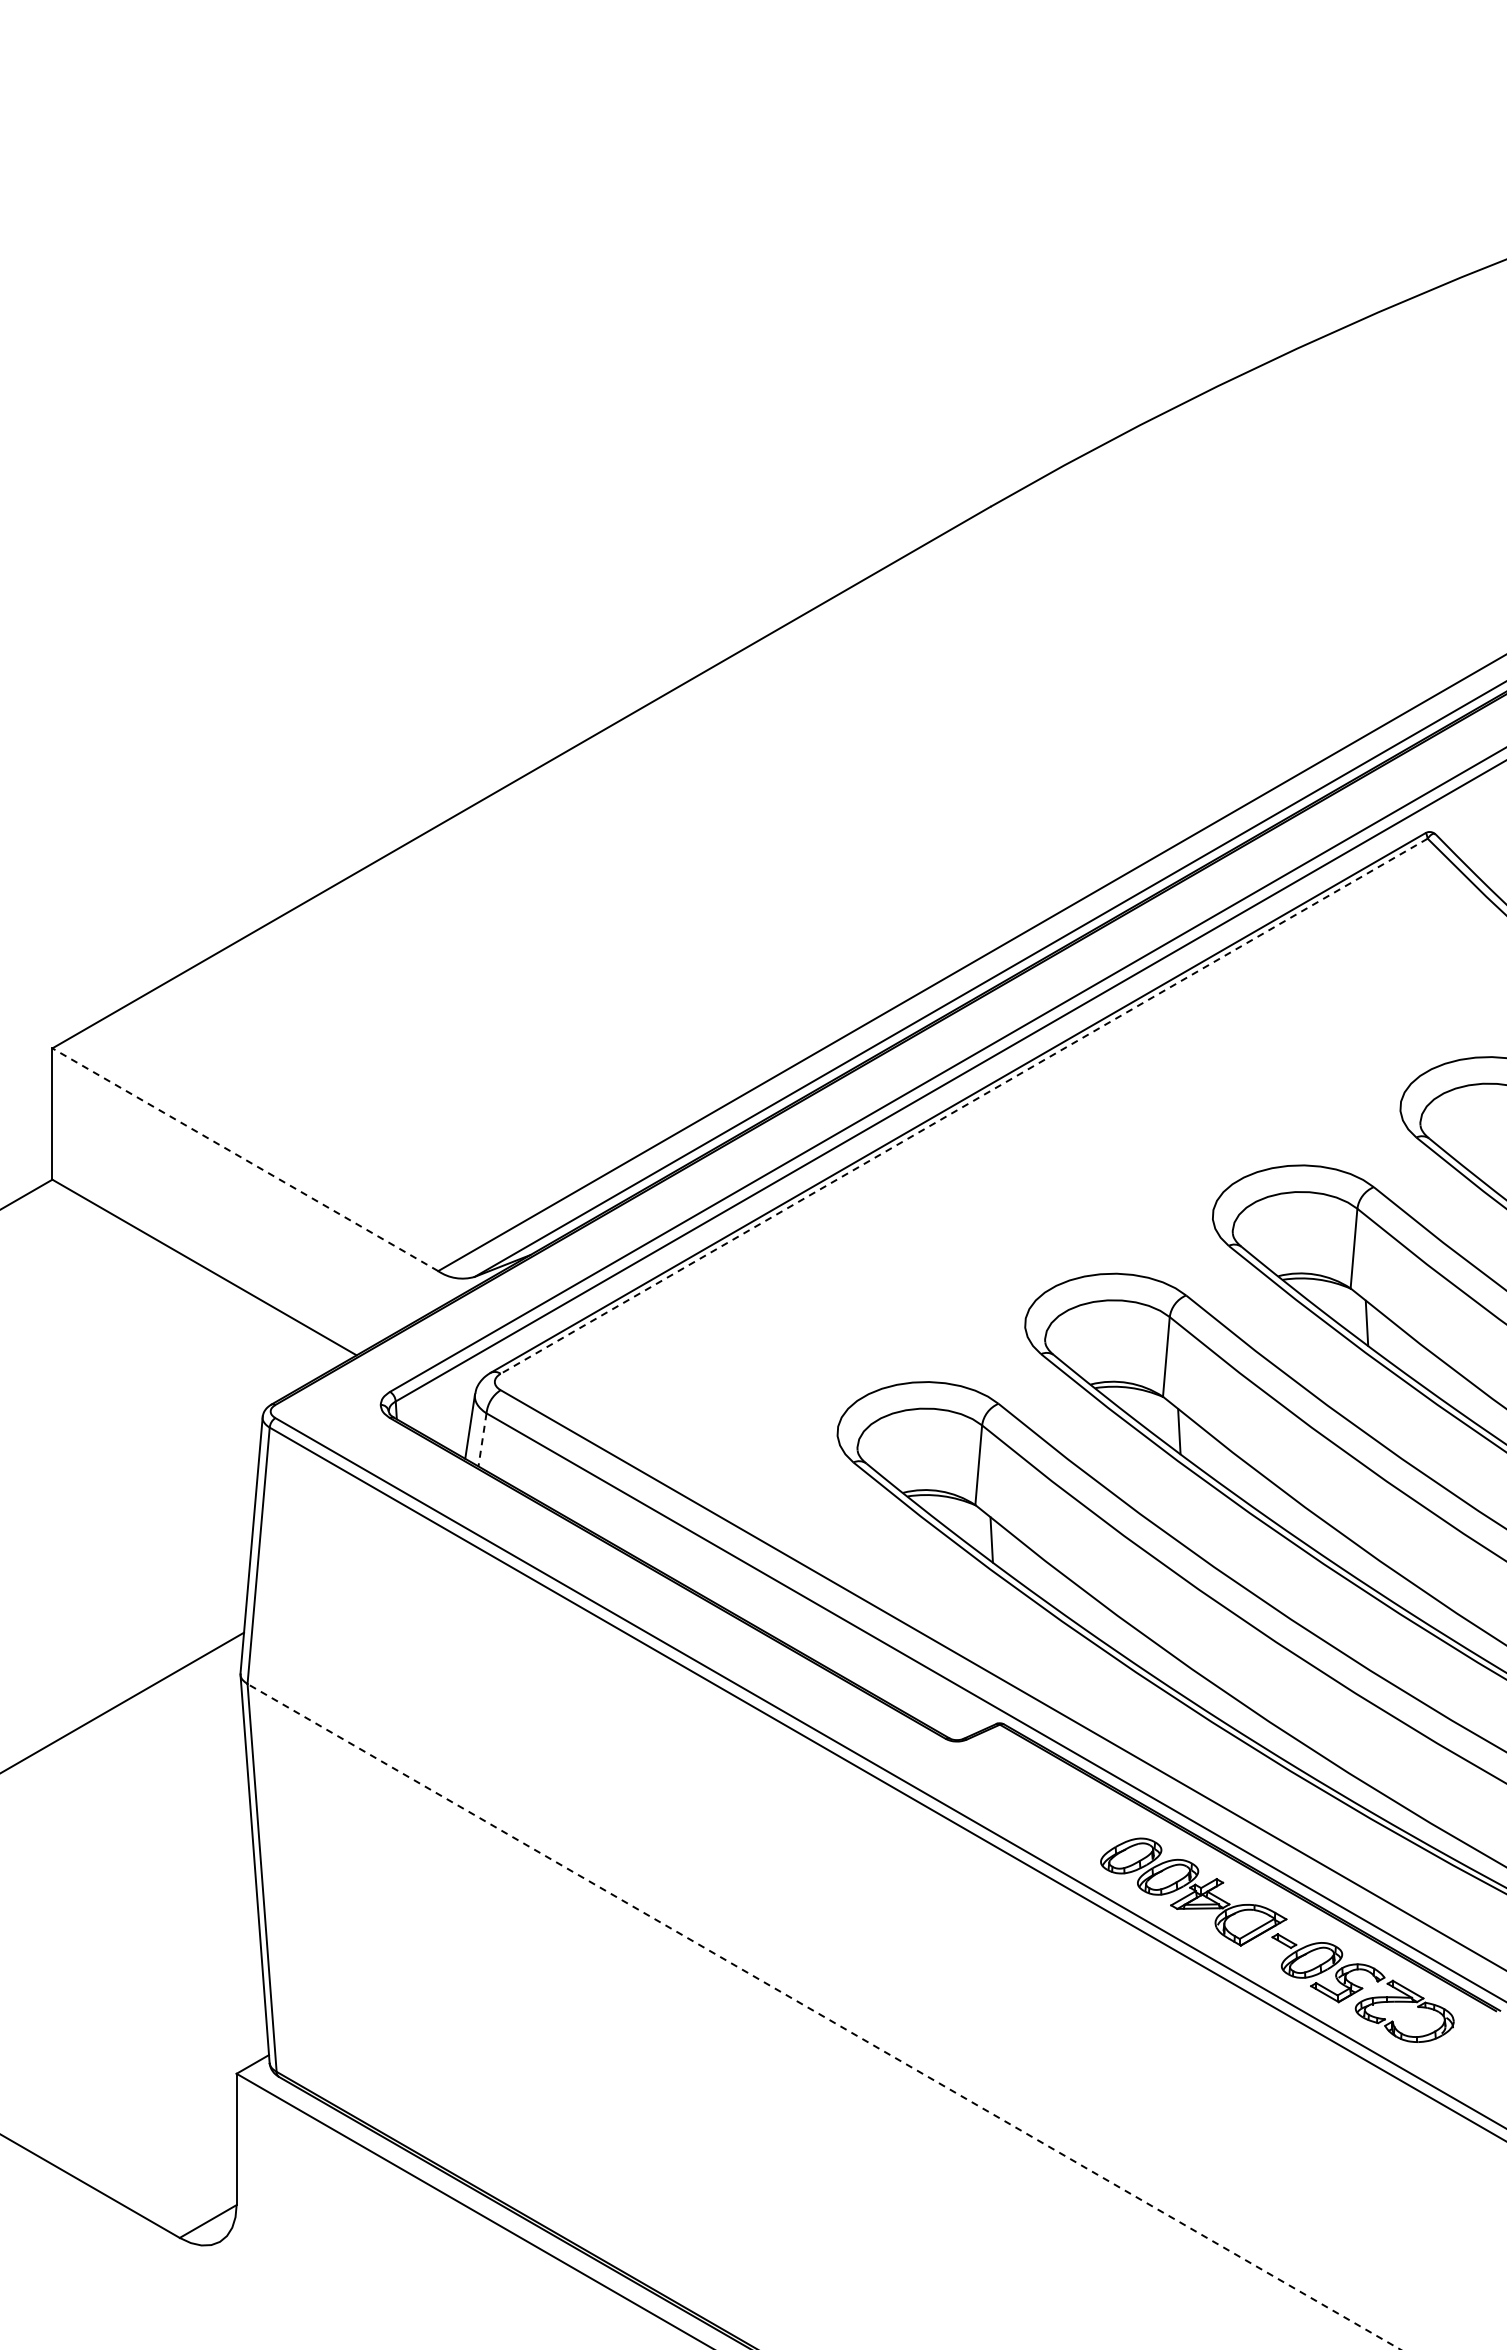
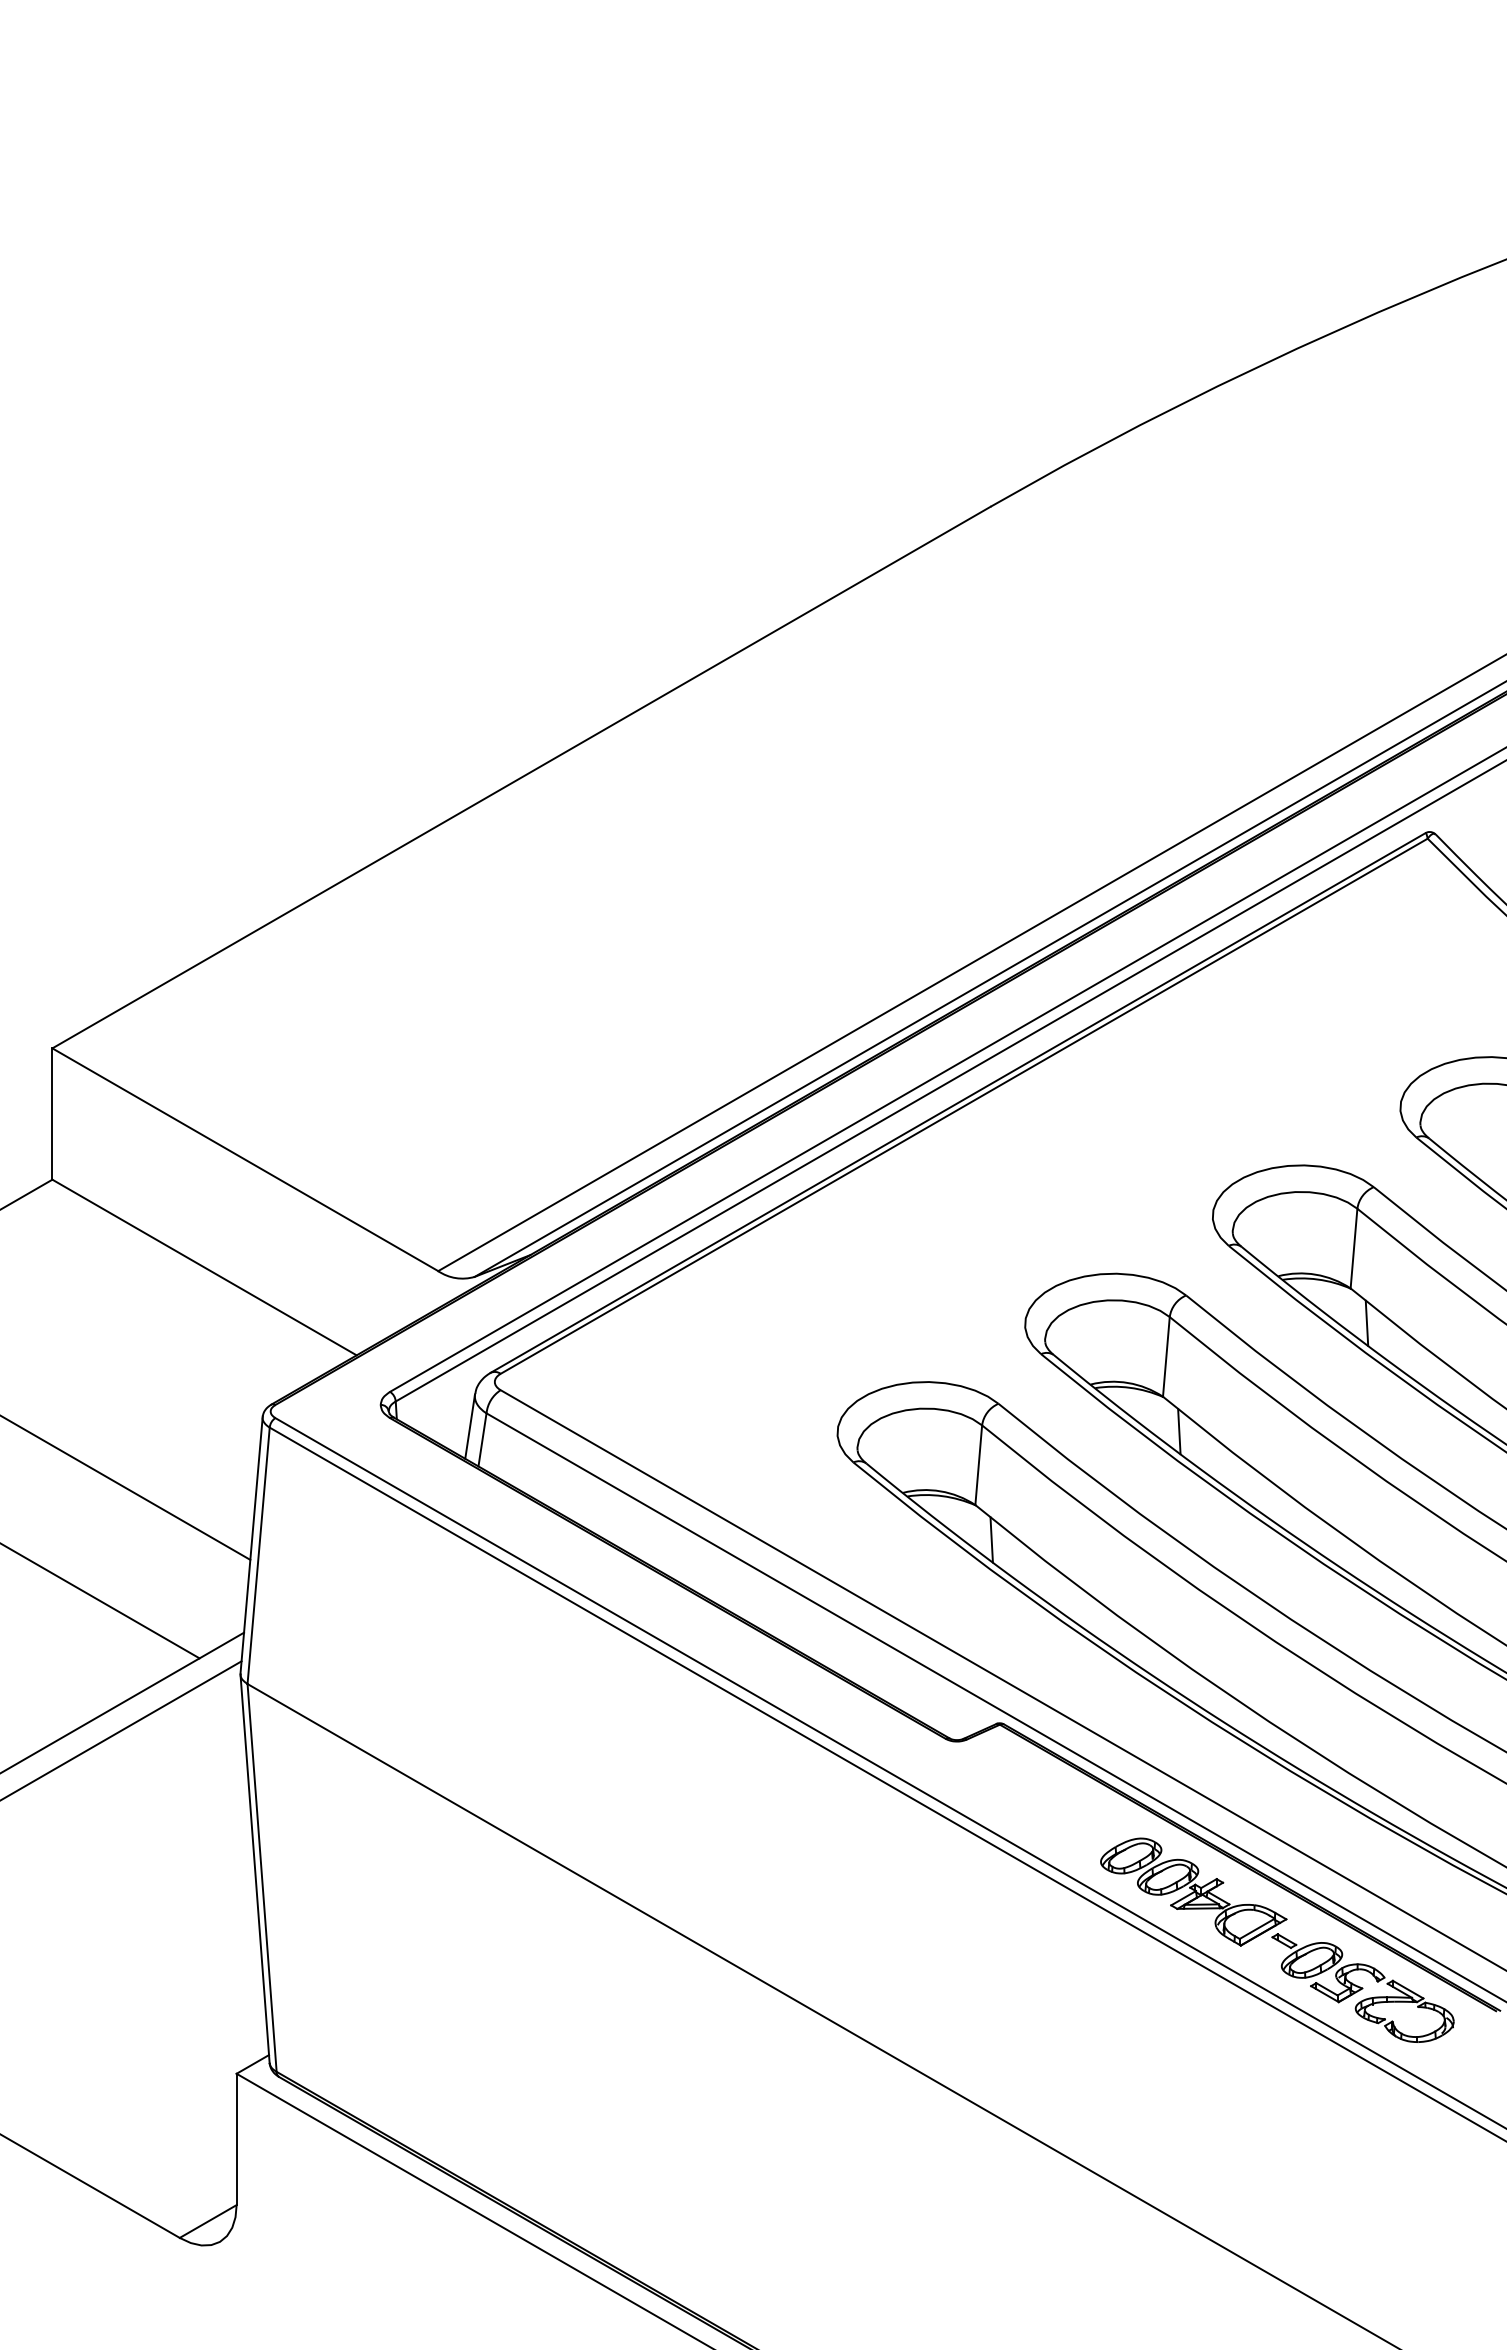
line at (963, 1106): dashed -> solid
line at (245, 1159): dashed -> solid
line at (482, 1439): dashed -> solid
line at (126, 1487): none -> present
line at (100, 1601): none -> present
line at (121, 1730): none -> present
line at (824, 2016): dashed -> solid
